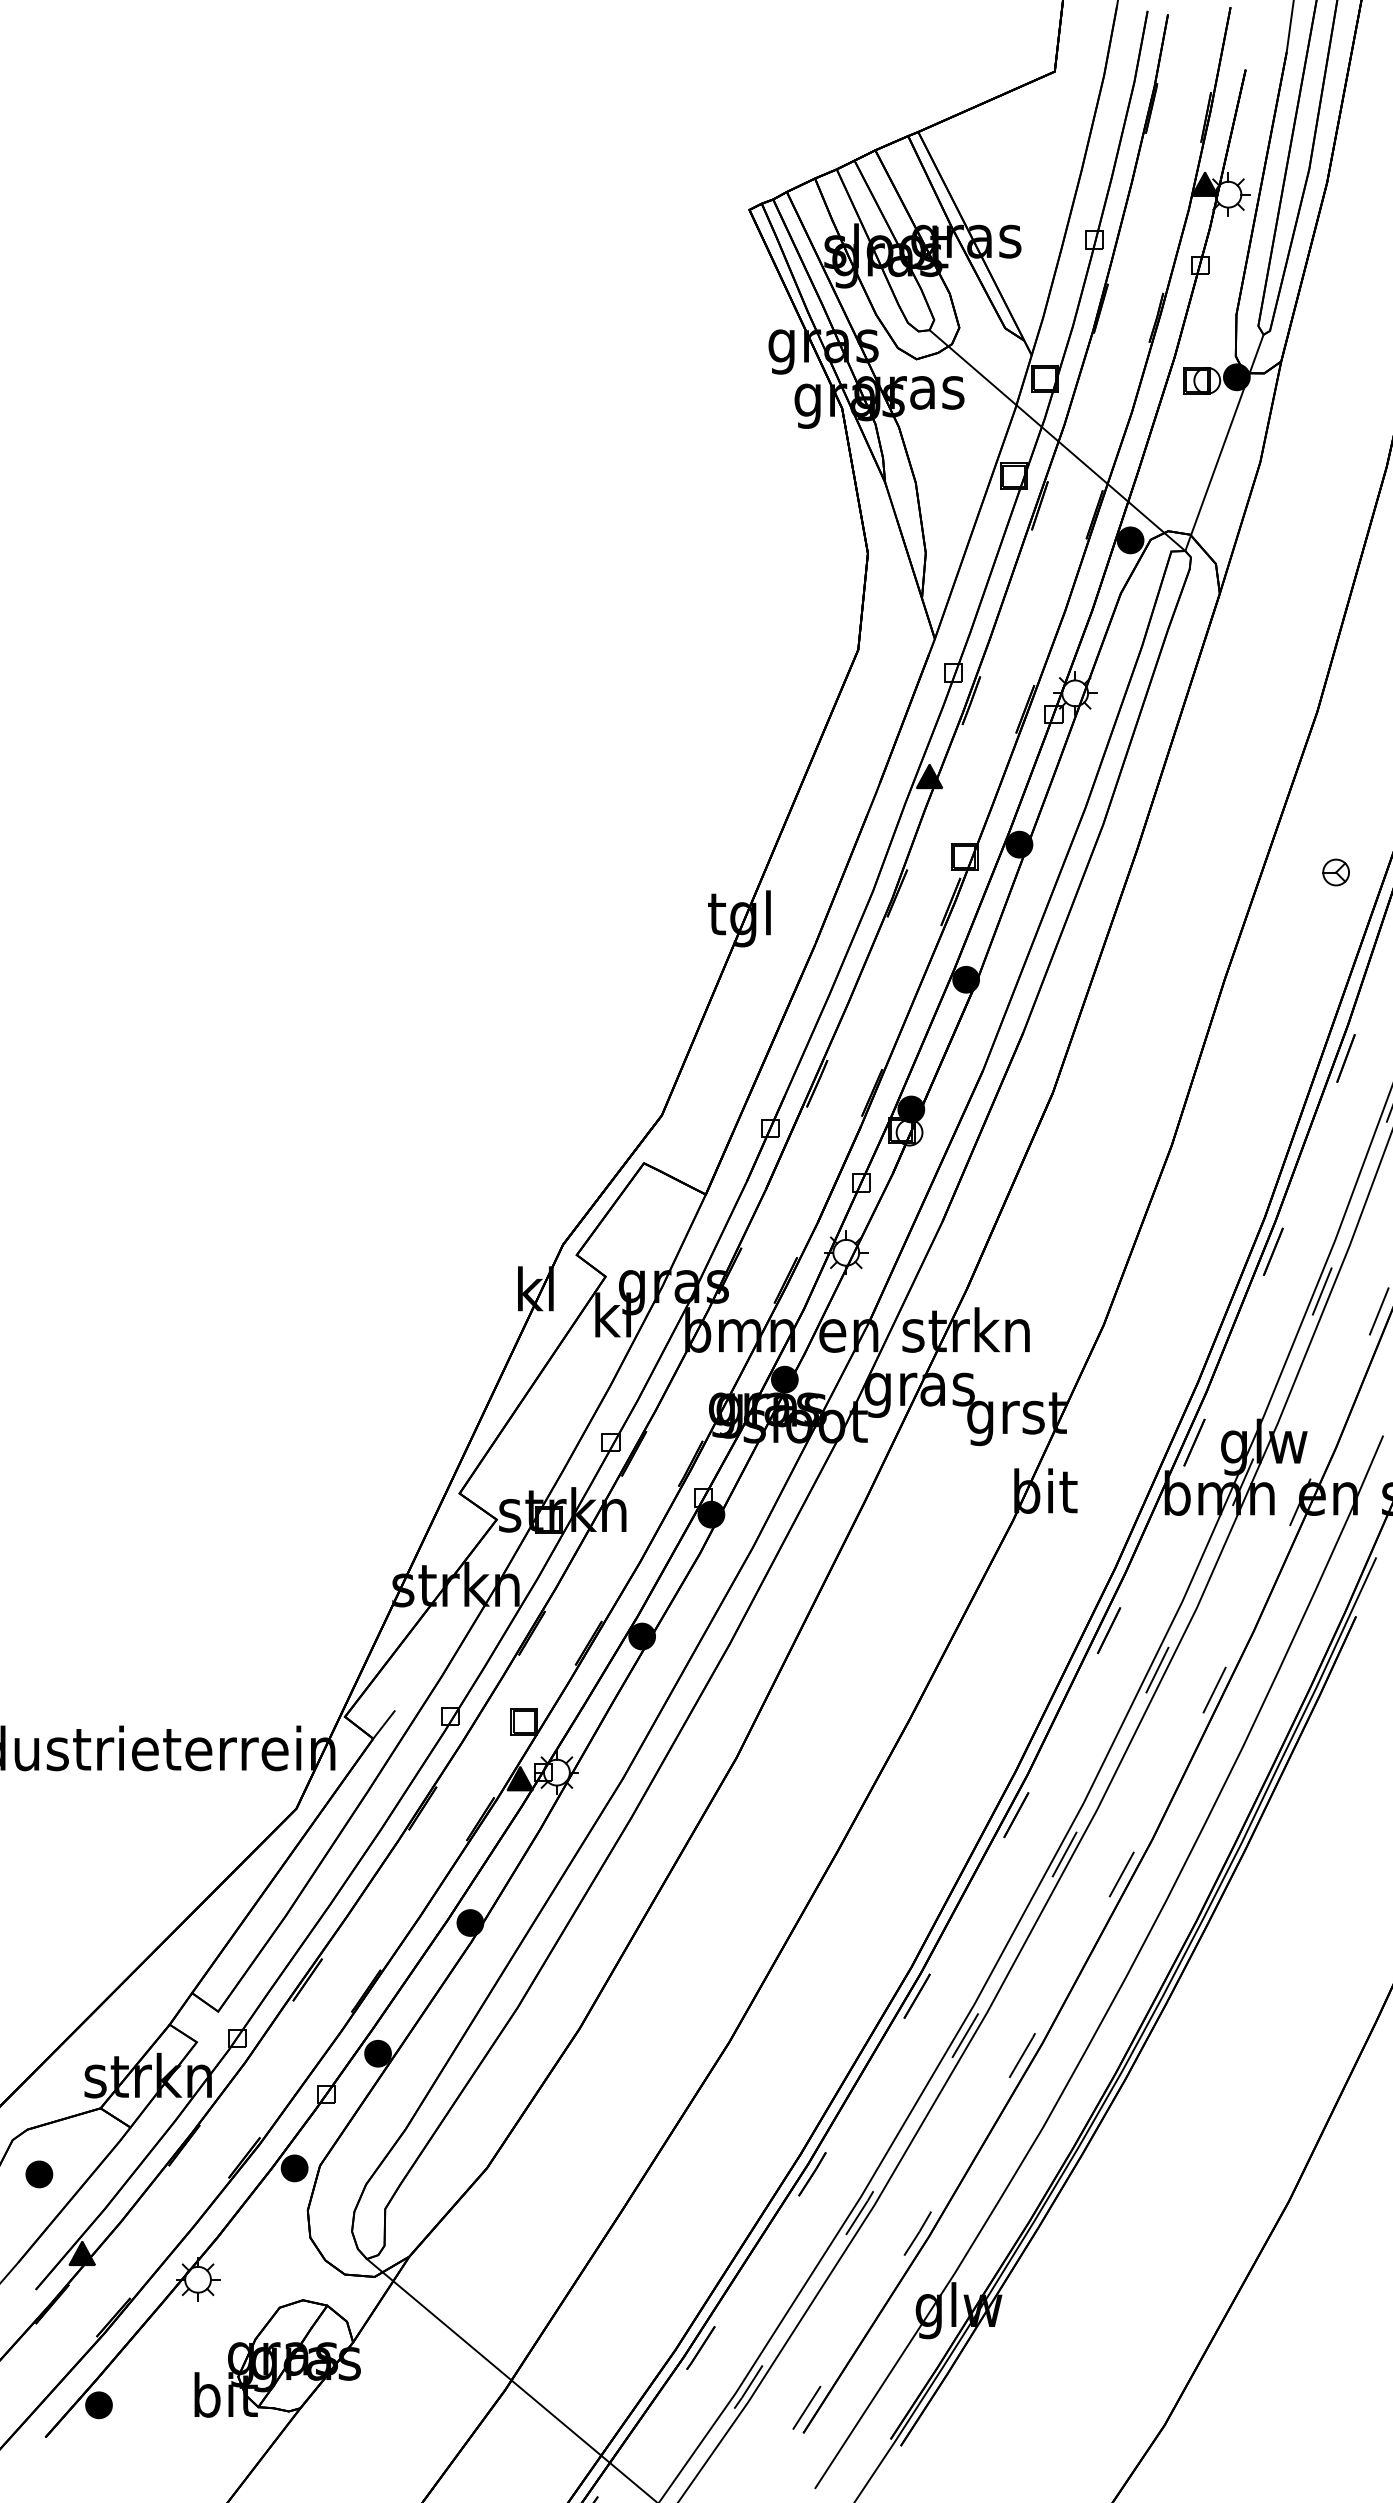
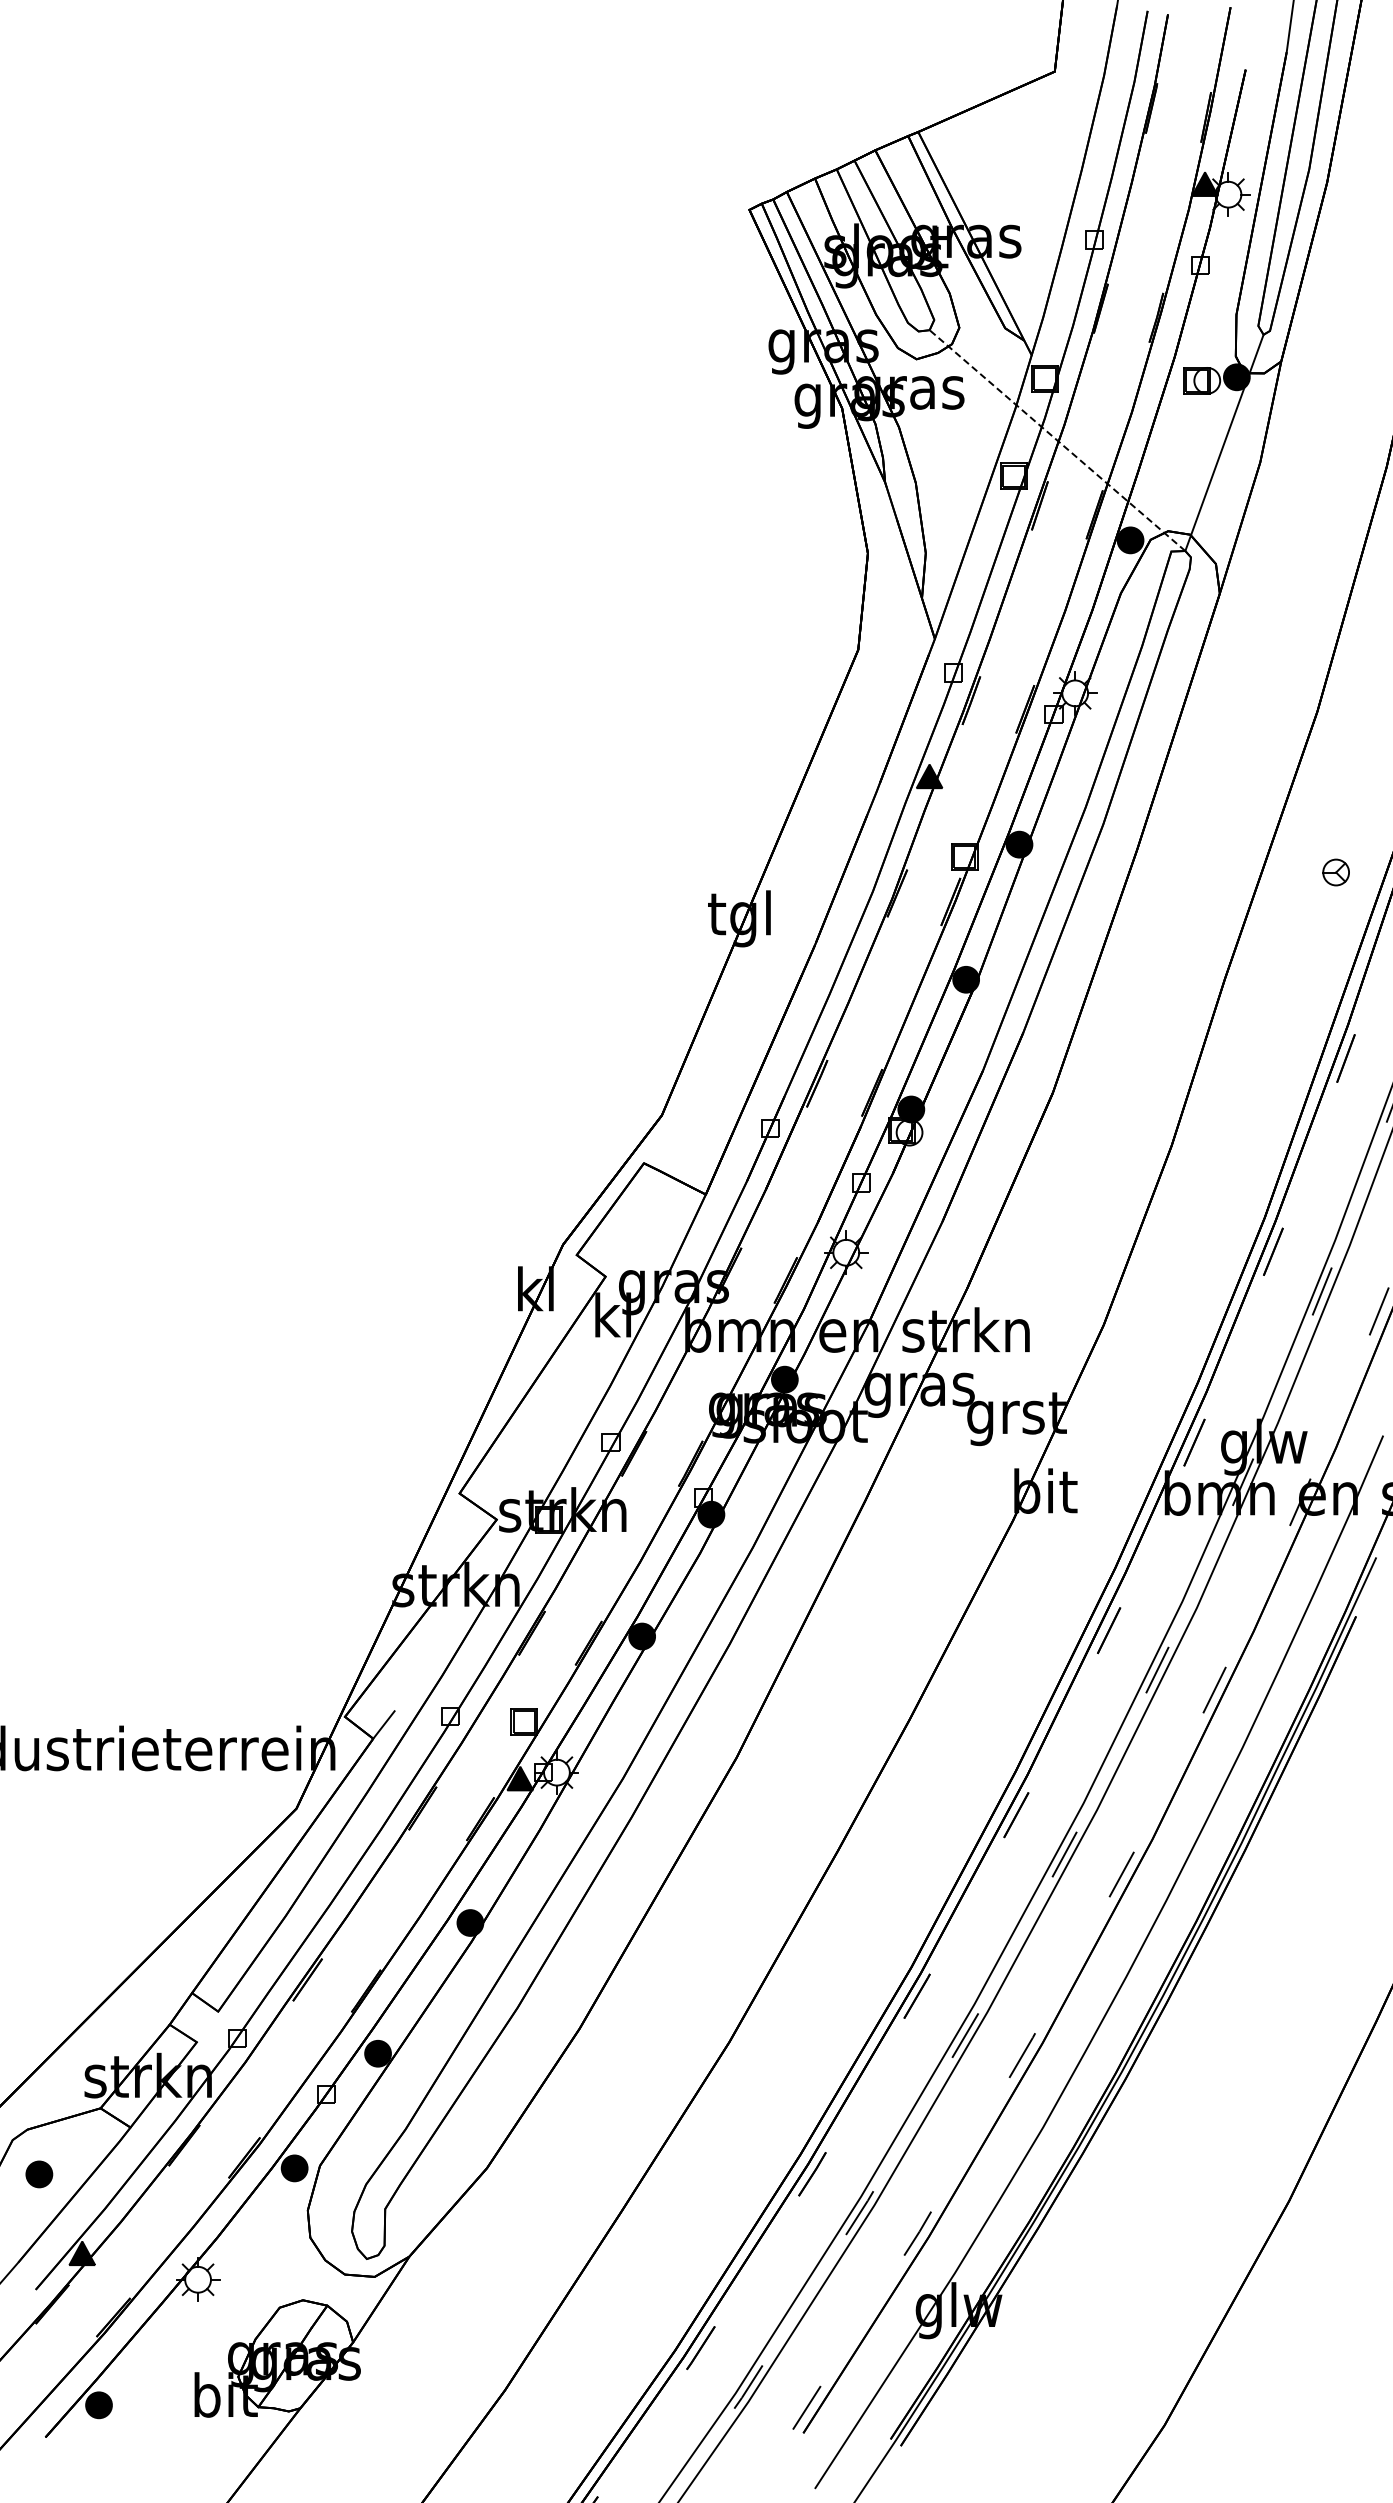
line at (1057, 440): solid -> dashed
line at (509, 2379): present -> none
